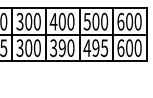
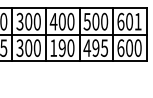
text at (137, 21): 600 -> 601
text at (53, 48): 390 -> 190
